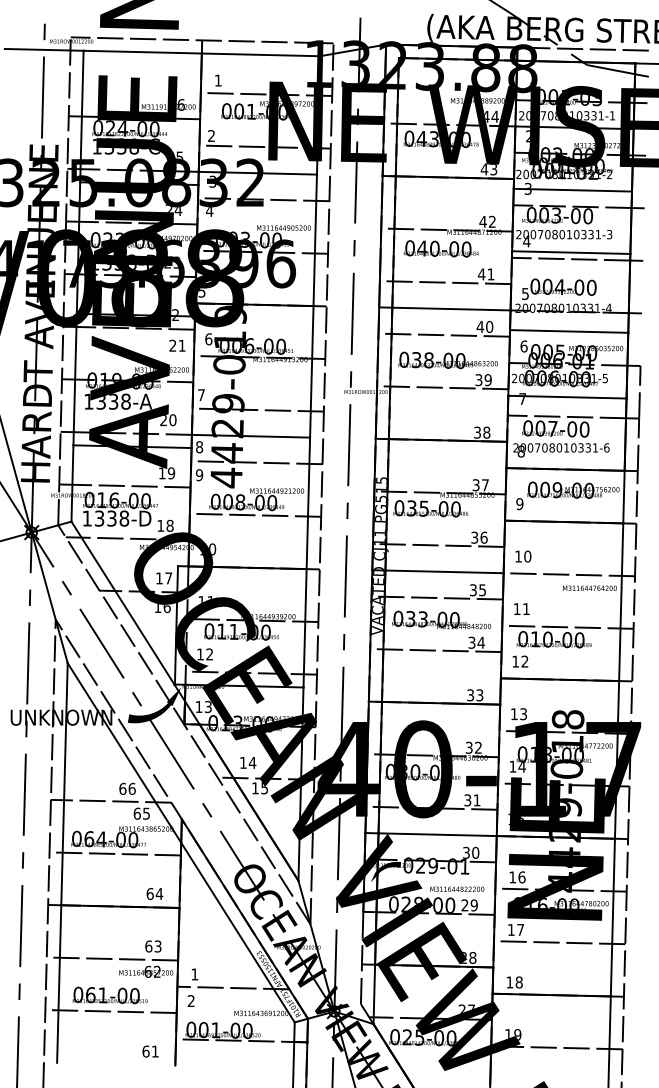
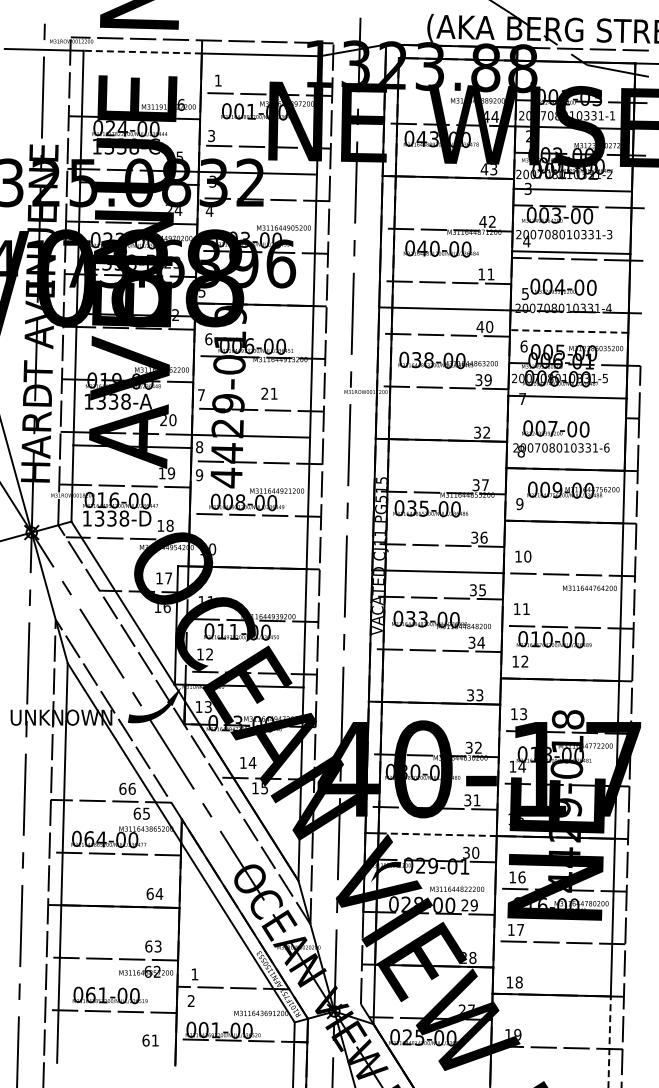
line at (142, 52): solid -> dashed
text at (211, 136): 2 -> 3
text at (481, 274): 41 -> 11
line at (568, 331): solid -> dashed
text at (177, 345) position: (177, 345) -> (269, 393)
line at (566, 416): present -> none
text at (486, 432): 38 -> 32
line at (437, 834): solid -> dashed
line at (609, 1041): solid -> dashed
text at (150, 1051) position: (150, 1051) -> (150, 1040)
